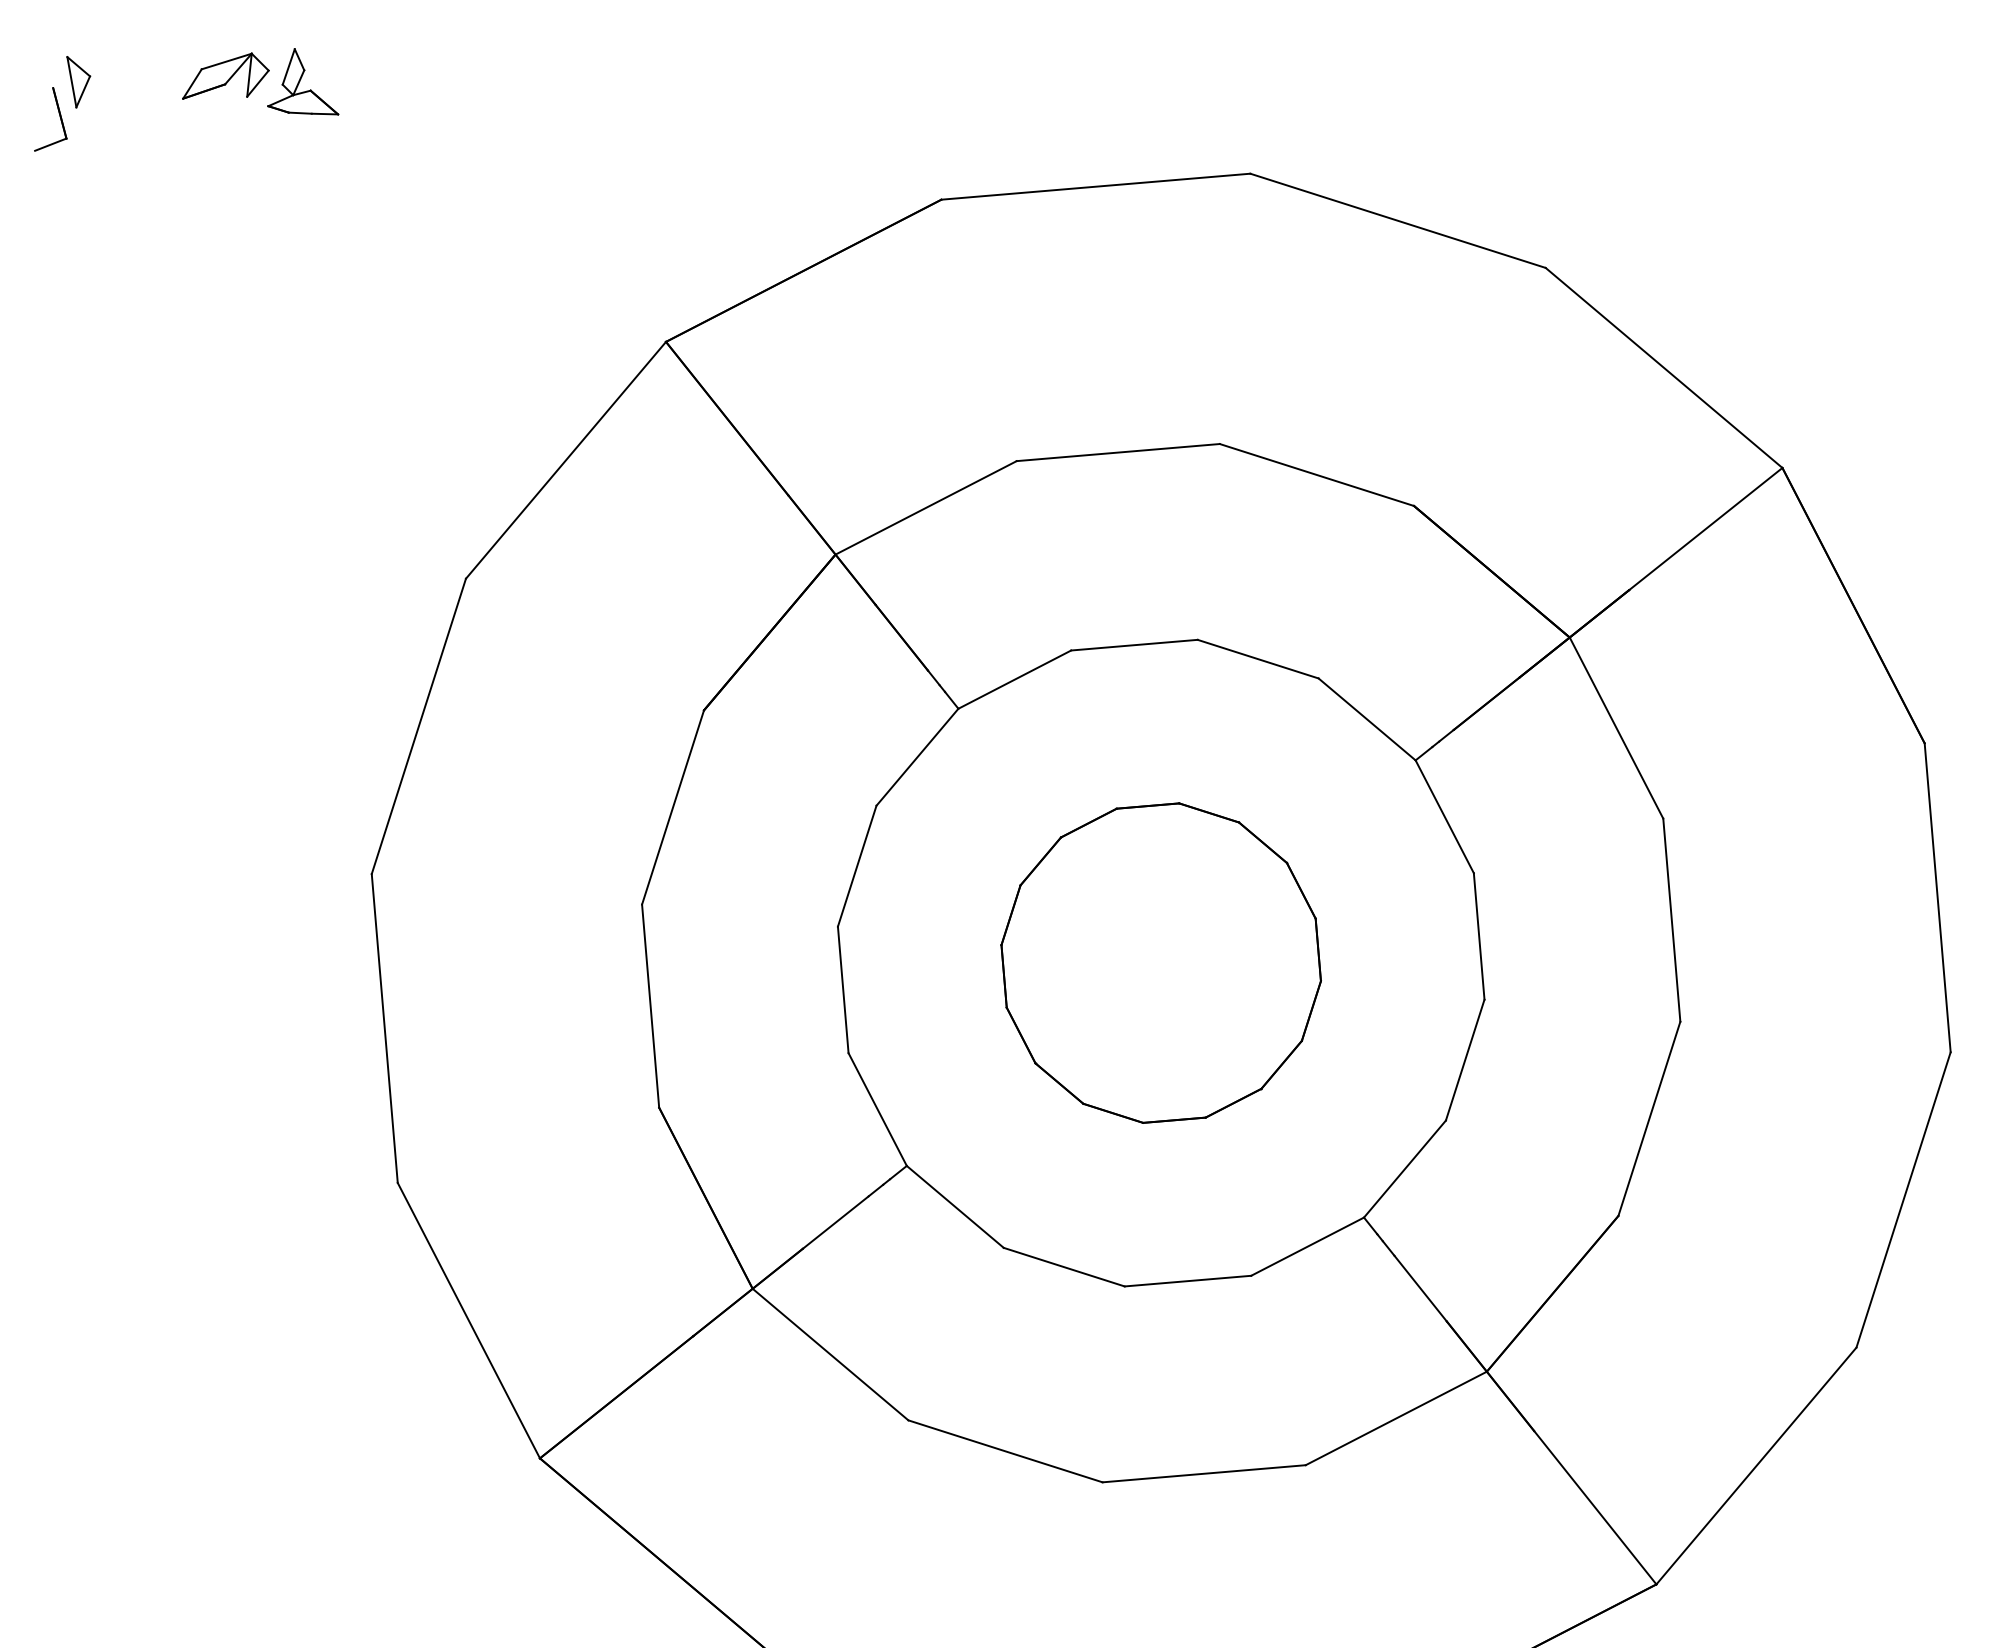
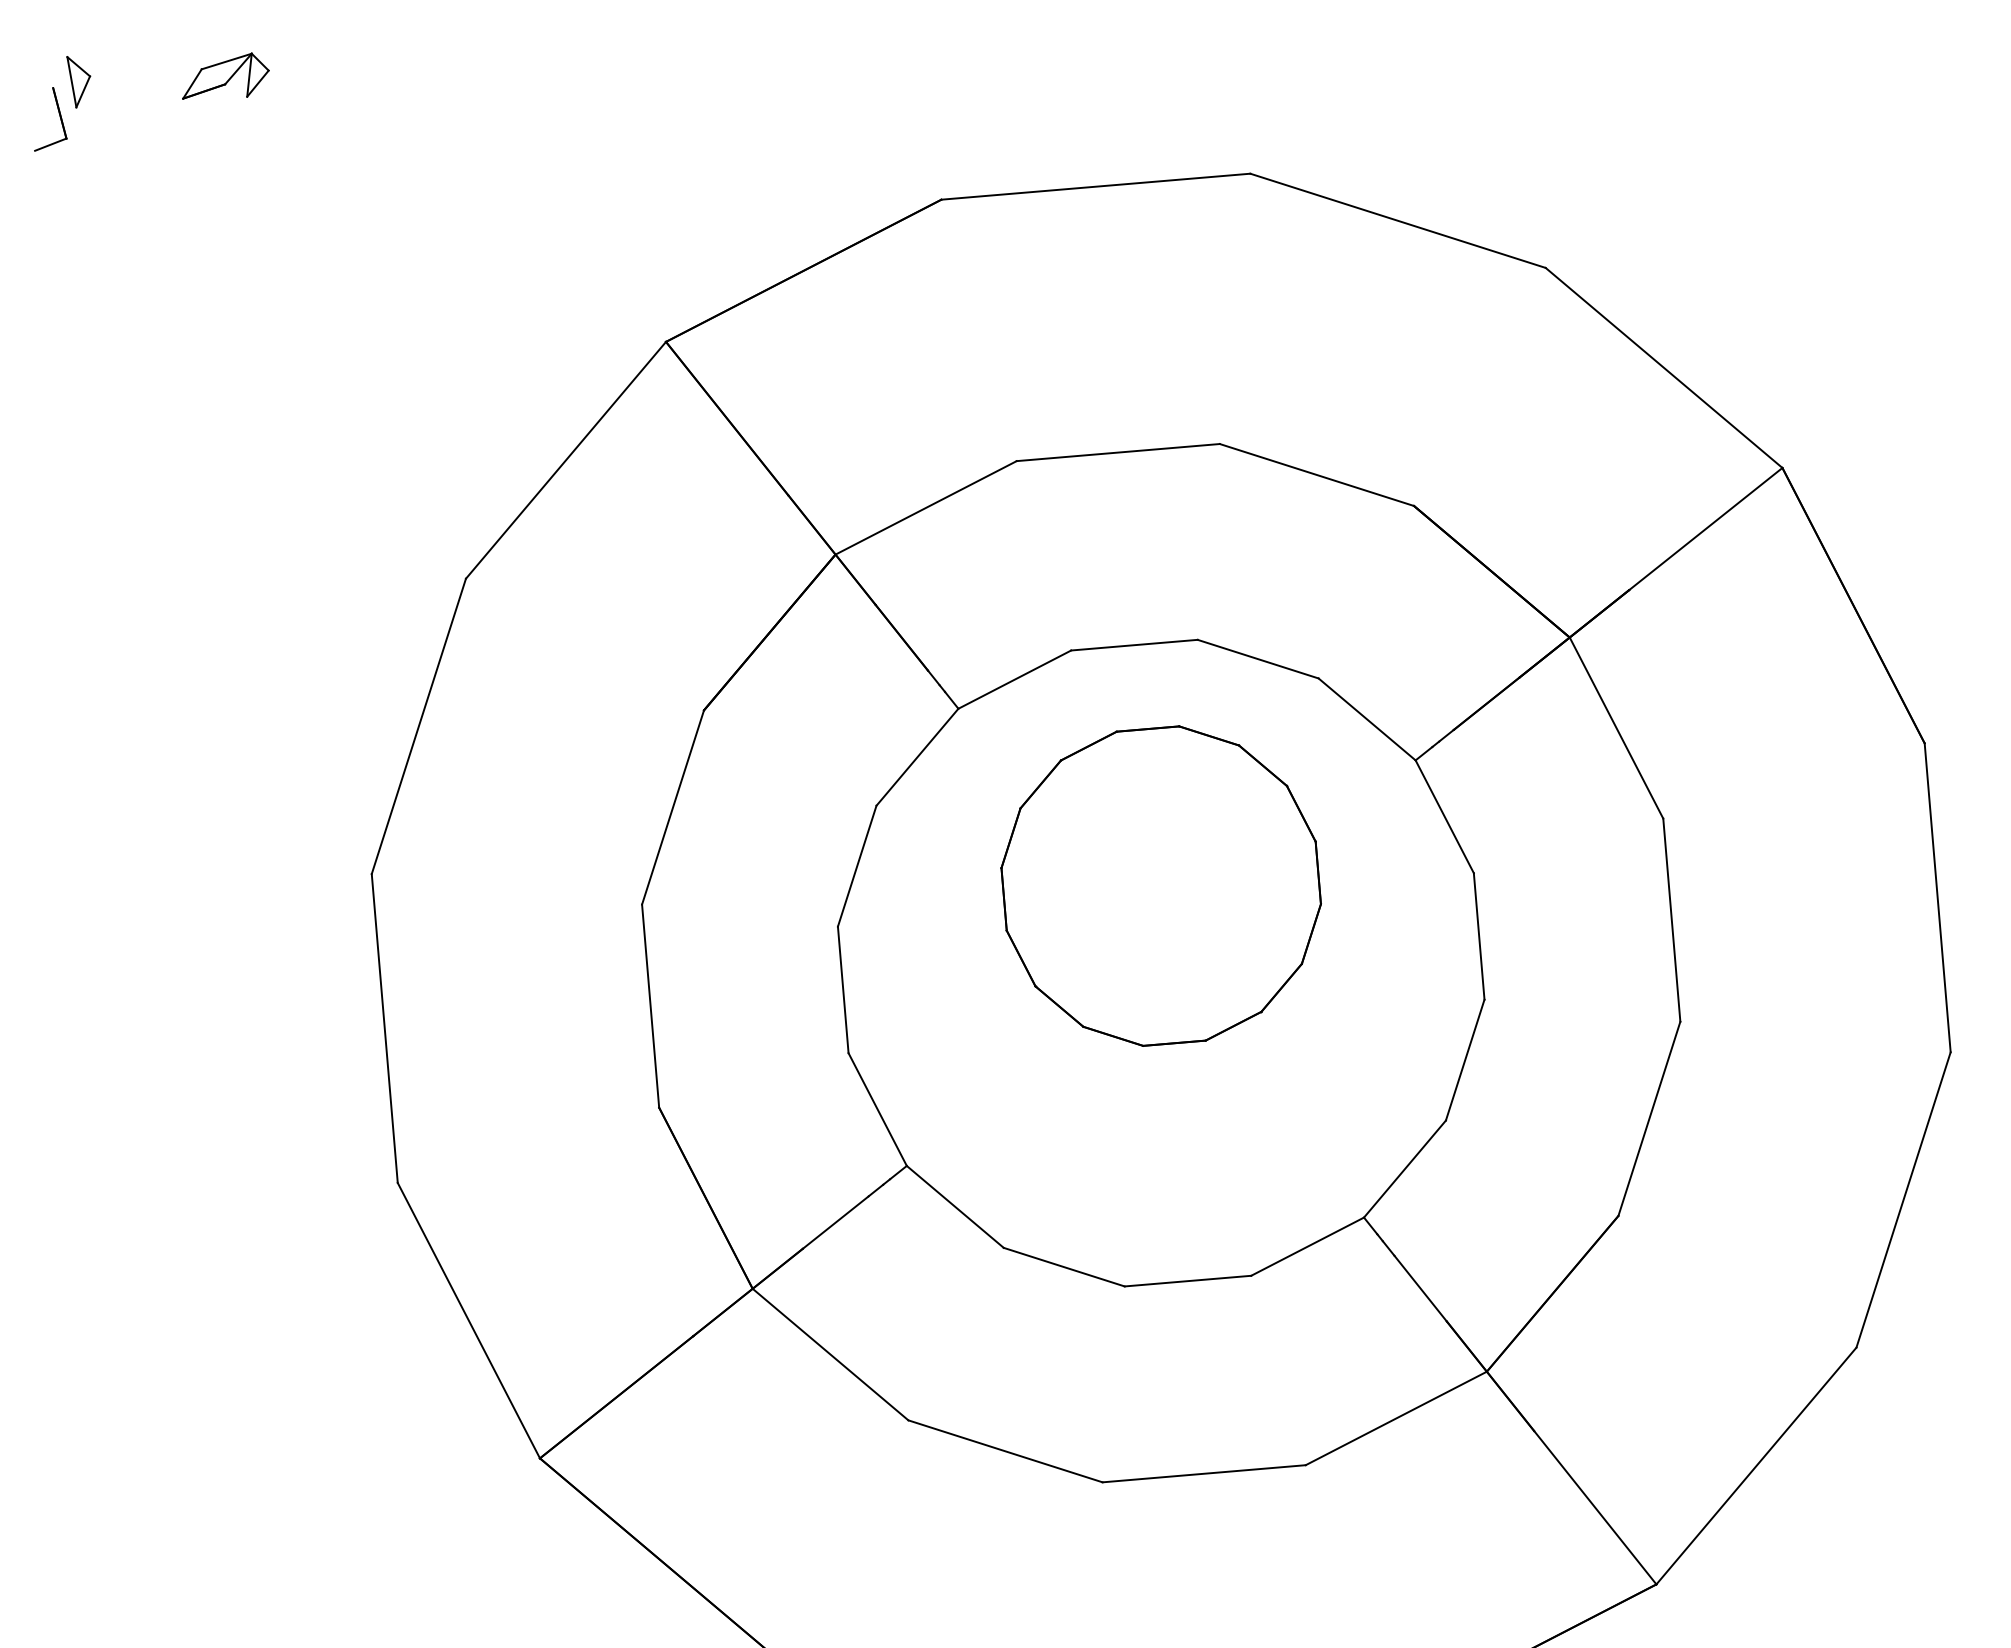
part at (303, 81): present -> none
part at (1160, 962) position: (1160, 962) -> (1160, 885)
